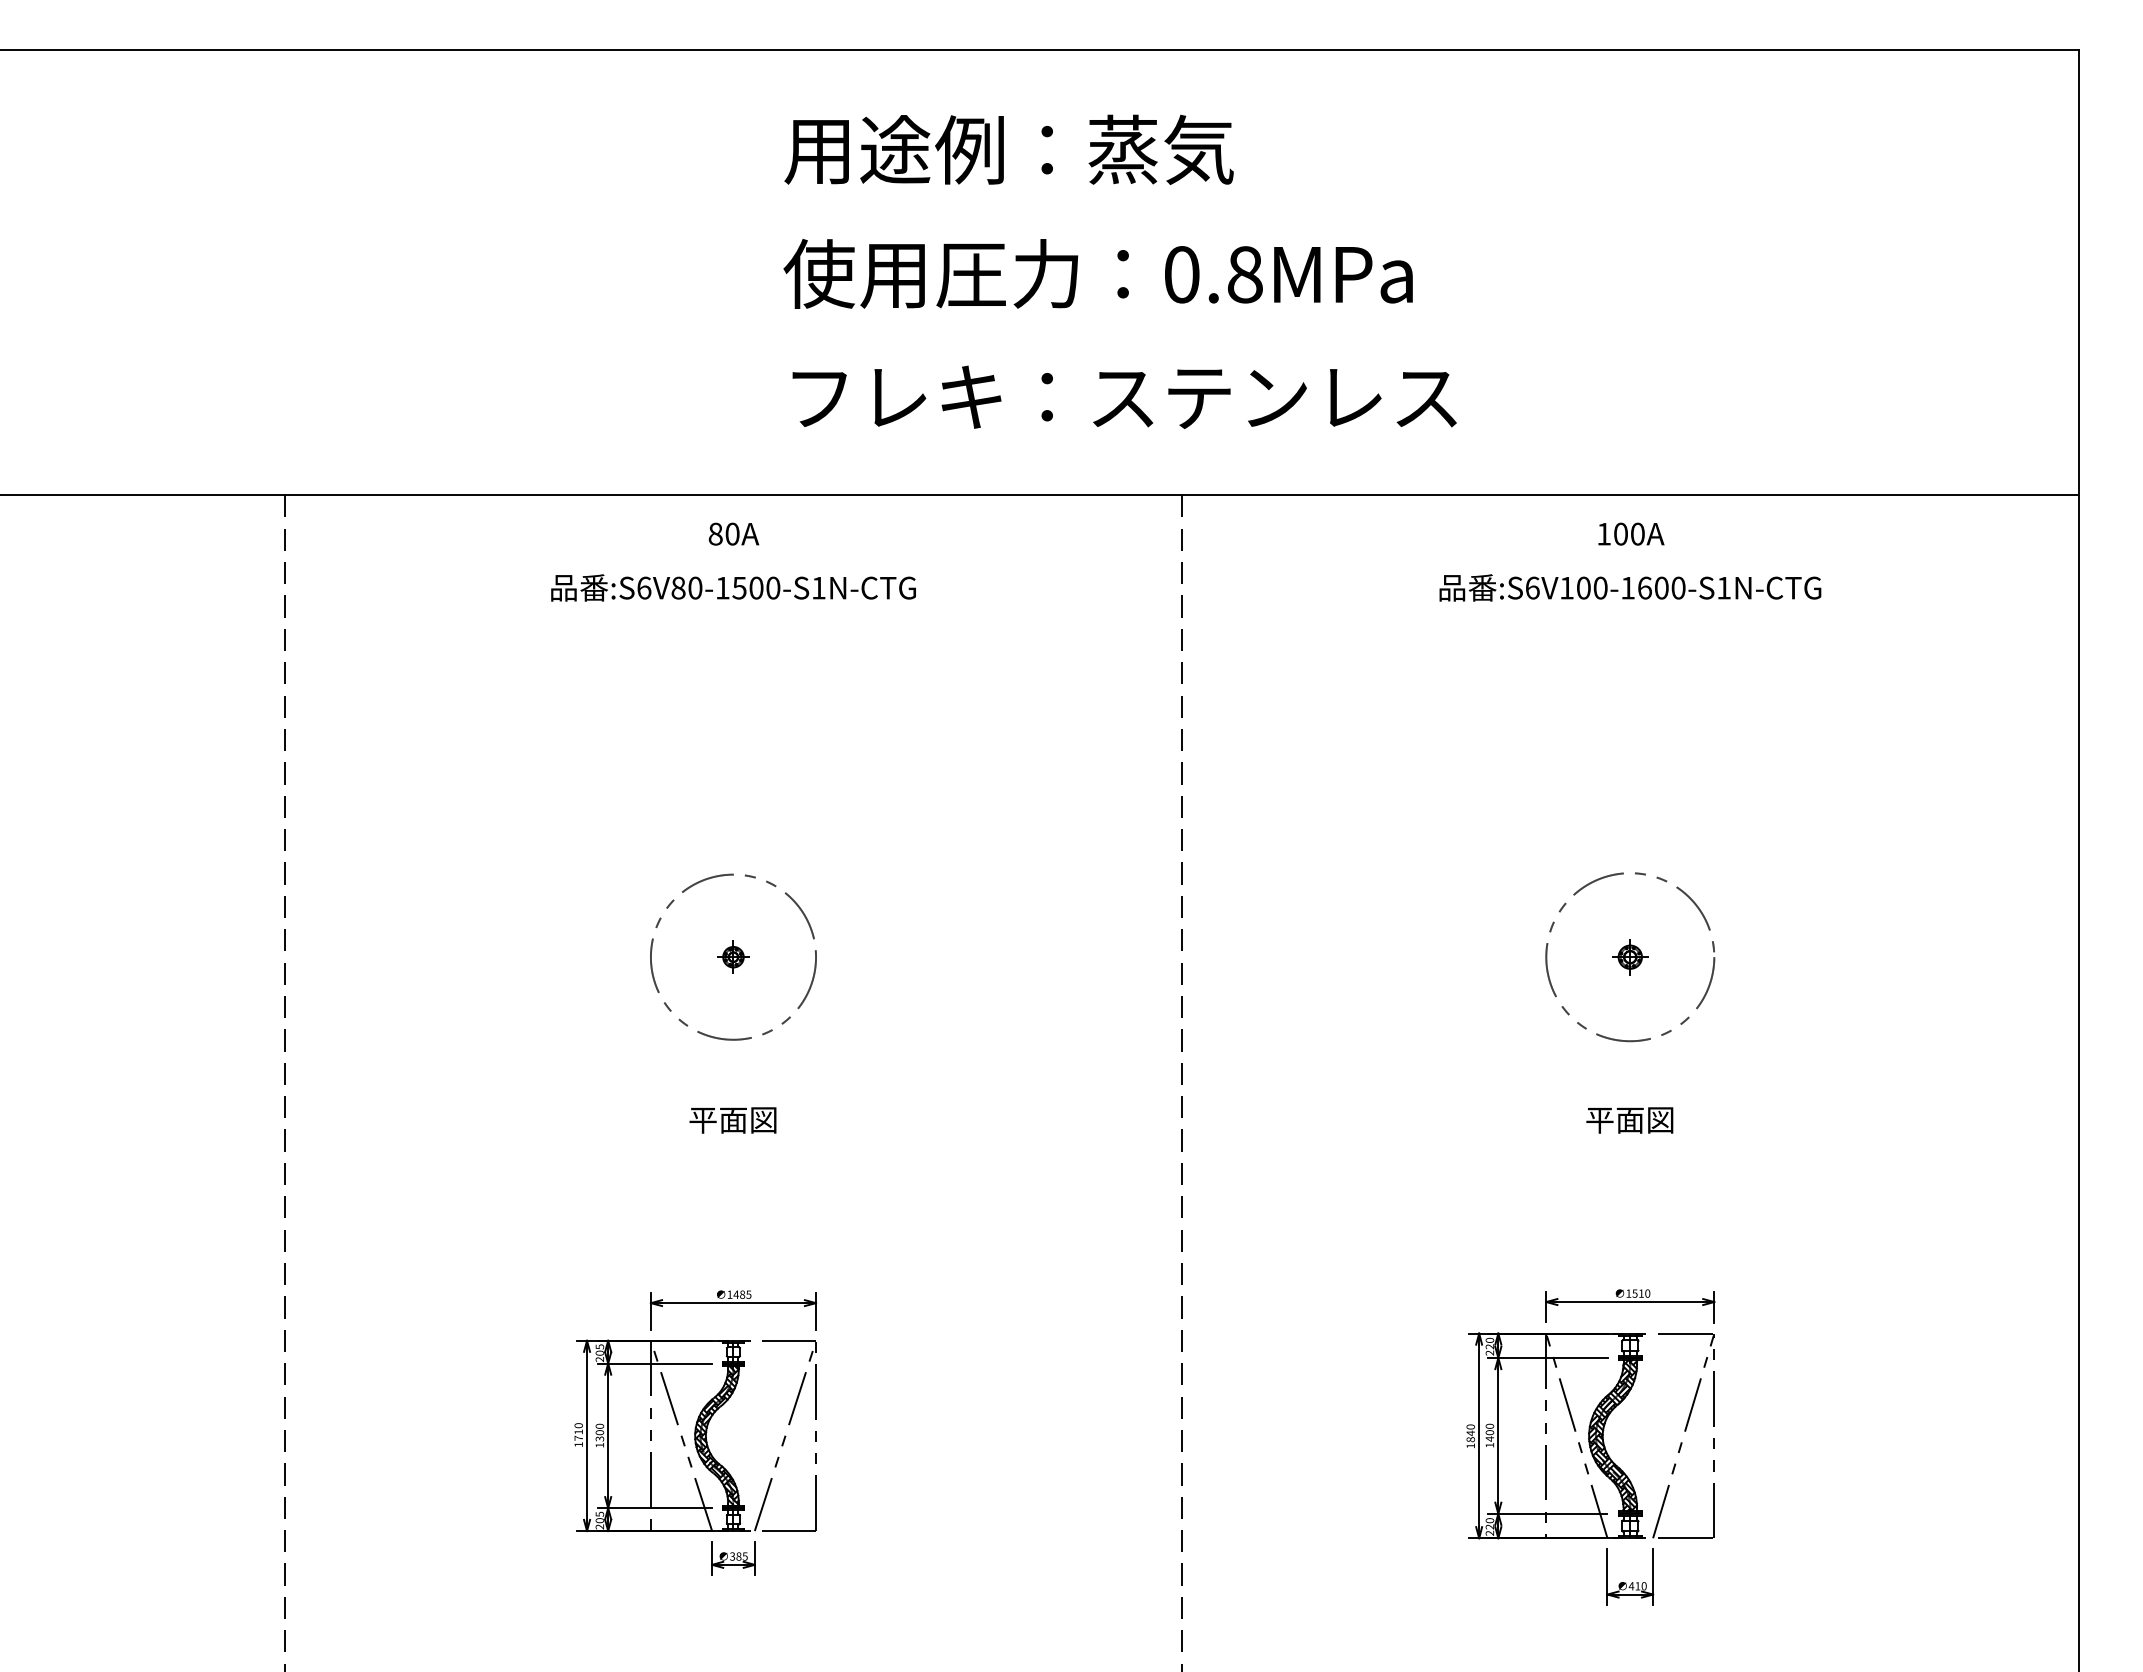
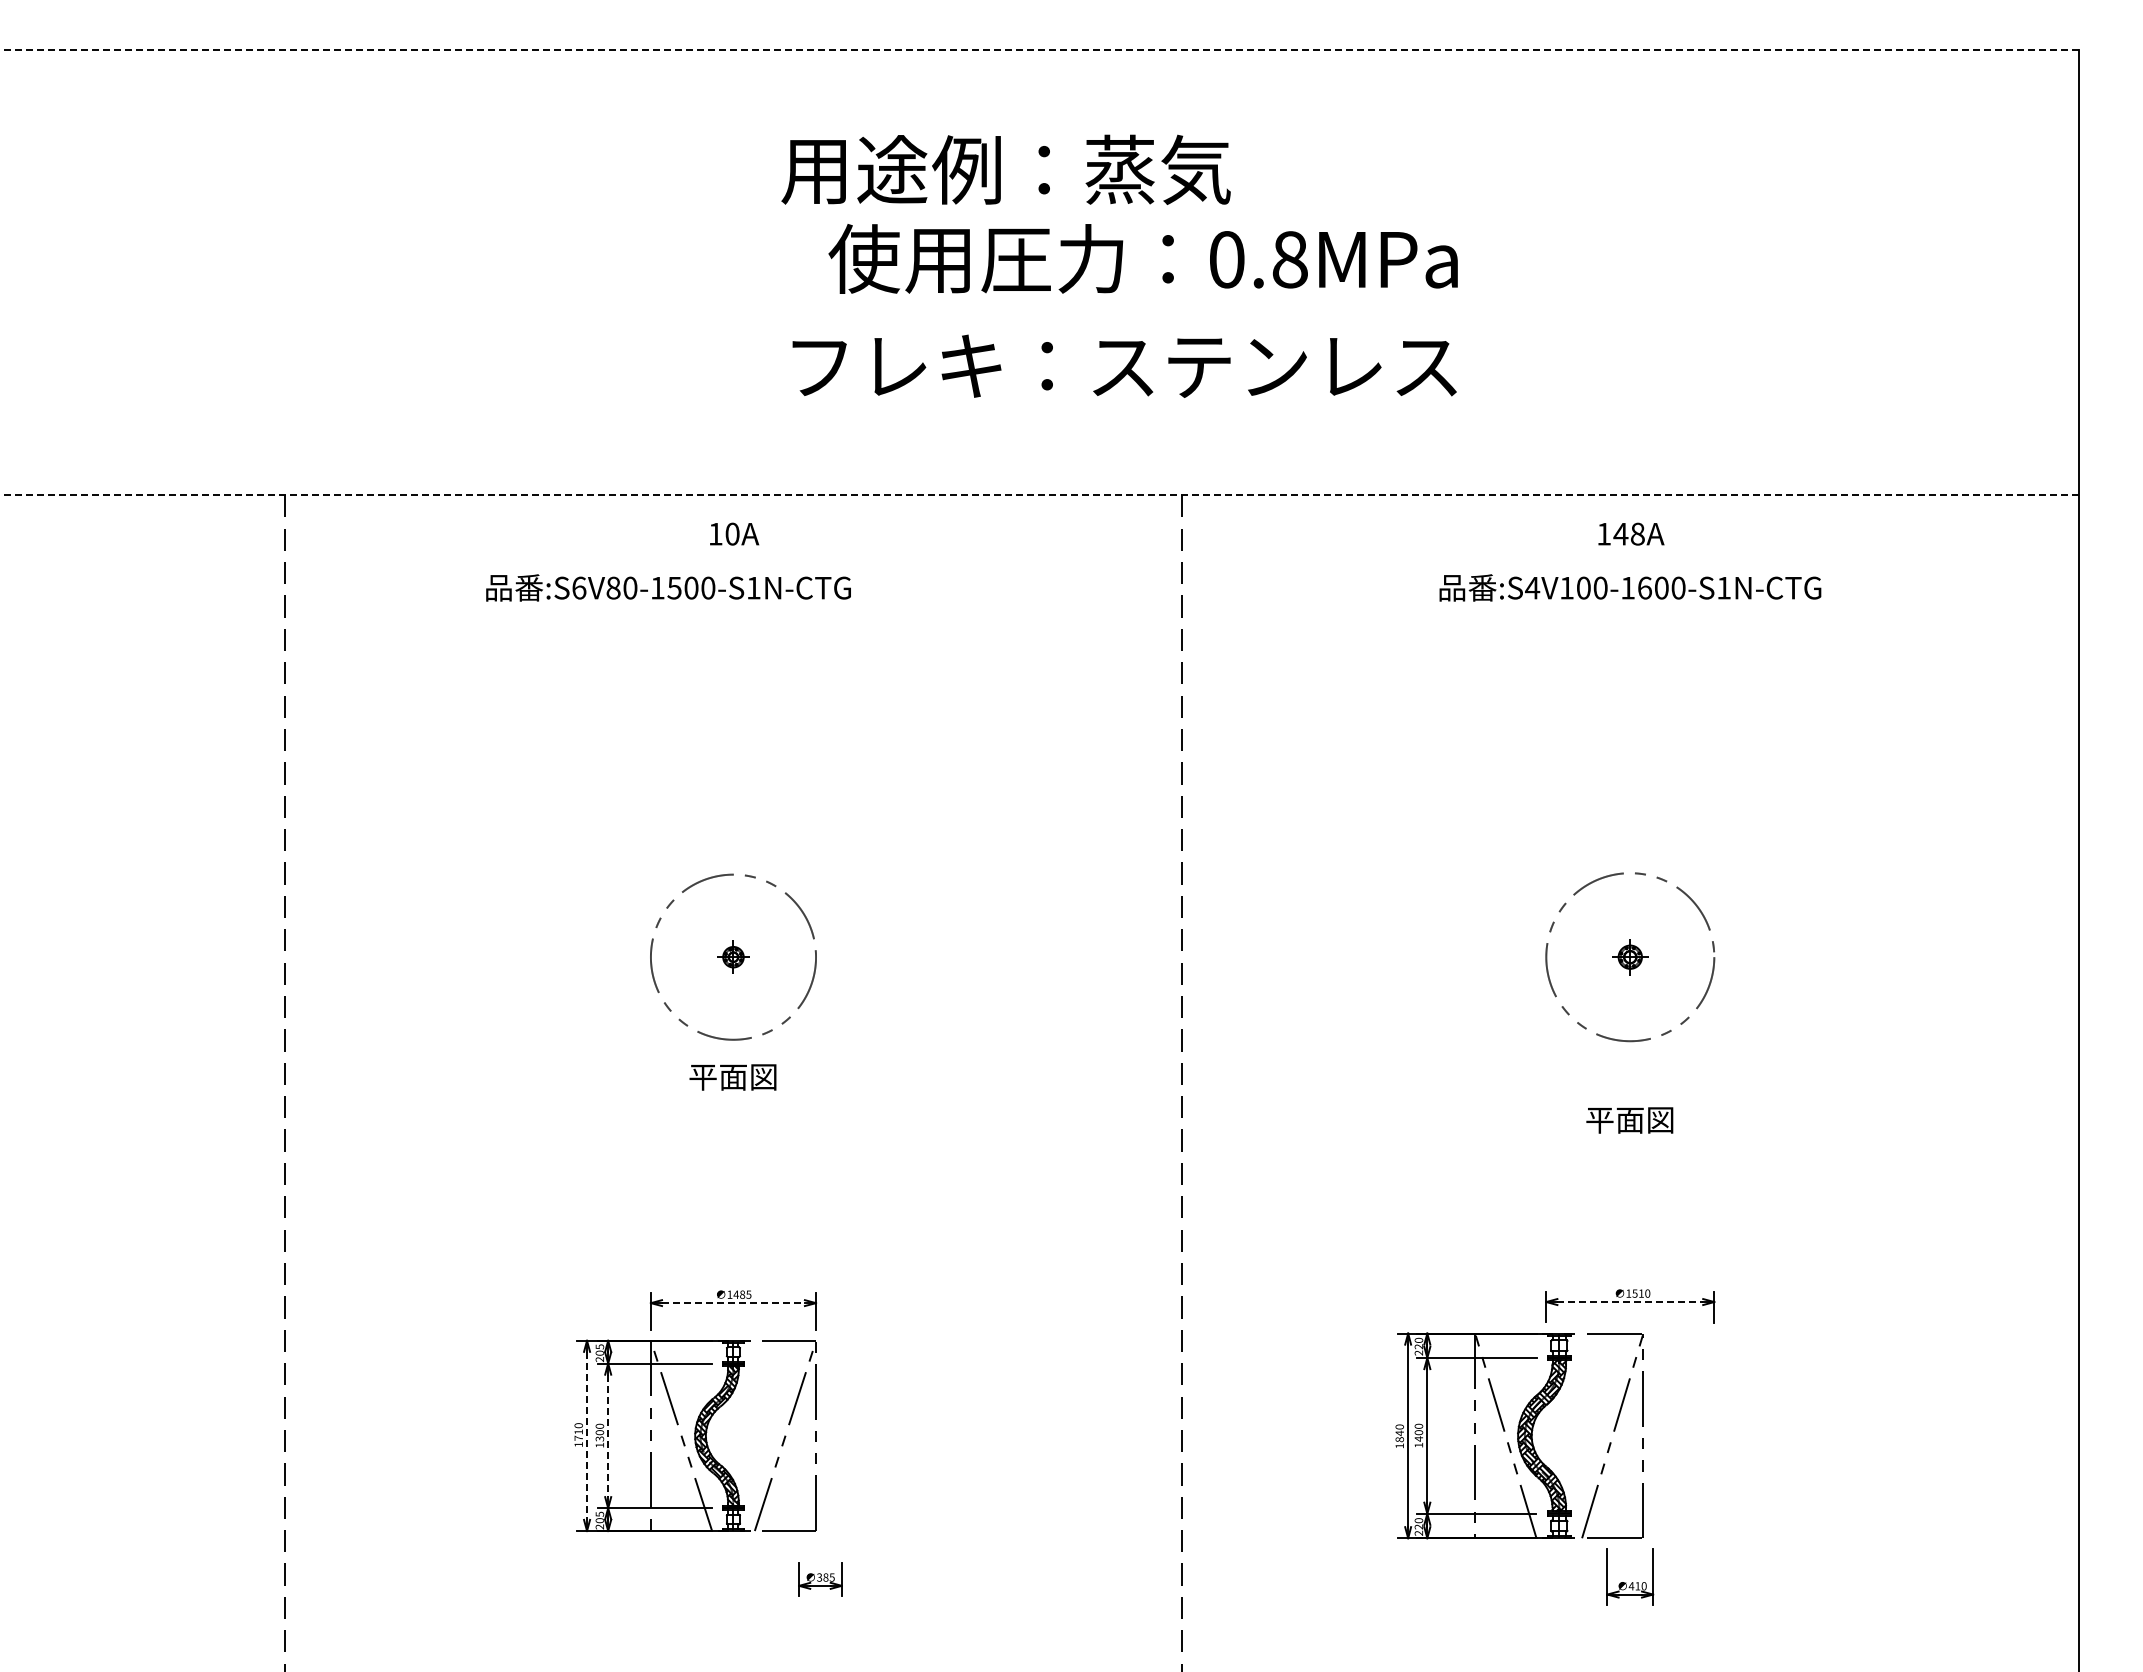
line at (1038, 50): solid -> dashed
text at (1008, 149) position: (1008, 149) -> (1005, 169)
text at (1097, 273) position: (1097, 273) -> (1142, 258)
text at (1124, 396) position: (1124, 396) -> (1124, 365)
line at (1038, 495): solid -> dashed
text at (715, 533): 80A -> 10A
text at (1628, 533): 100A -> 148A
text at (733, 587) position: (733, 587) -> (668, 587)
text at (1532, 587): :S6V100-1600-S1N-CTG -> :S4V100-1600-S1N-CTG
text at (732, 1120) position: (732, 1120) -> (732, 1077)
line at (1630, 1302): solid -> dashed
line at (733, 1303): solid -> dashed
part at (1590, 1435) position: (1590, 1435) -> (1519, 1435)
line at (587, 1436): solid -> dashed
line at (608, 1436): solid -> dashed
part at (733, 1558) position: (733, 1558) -> (820, 1579)
